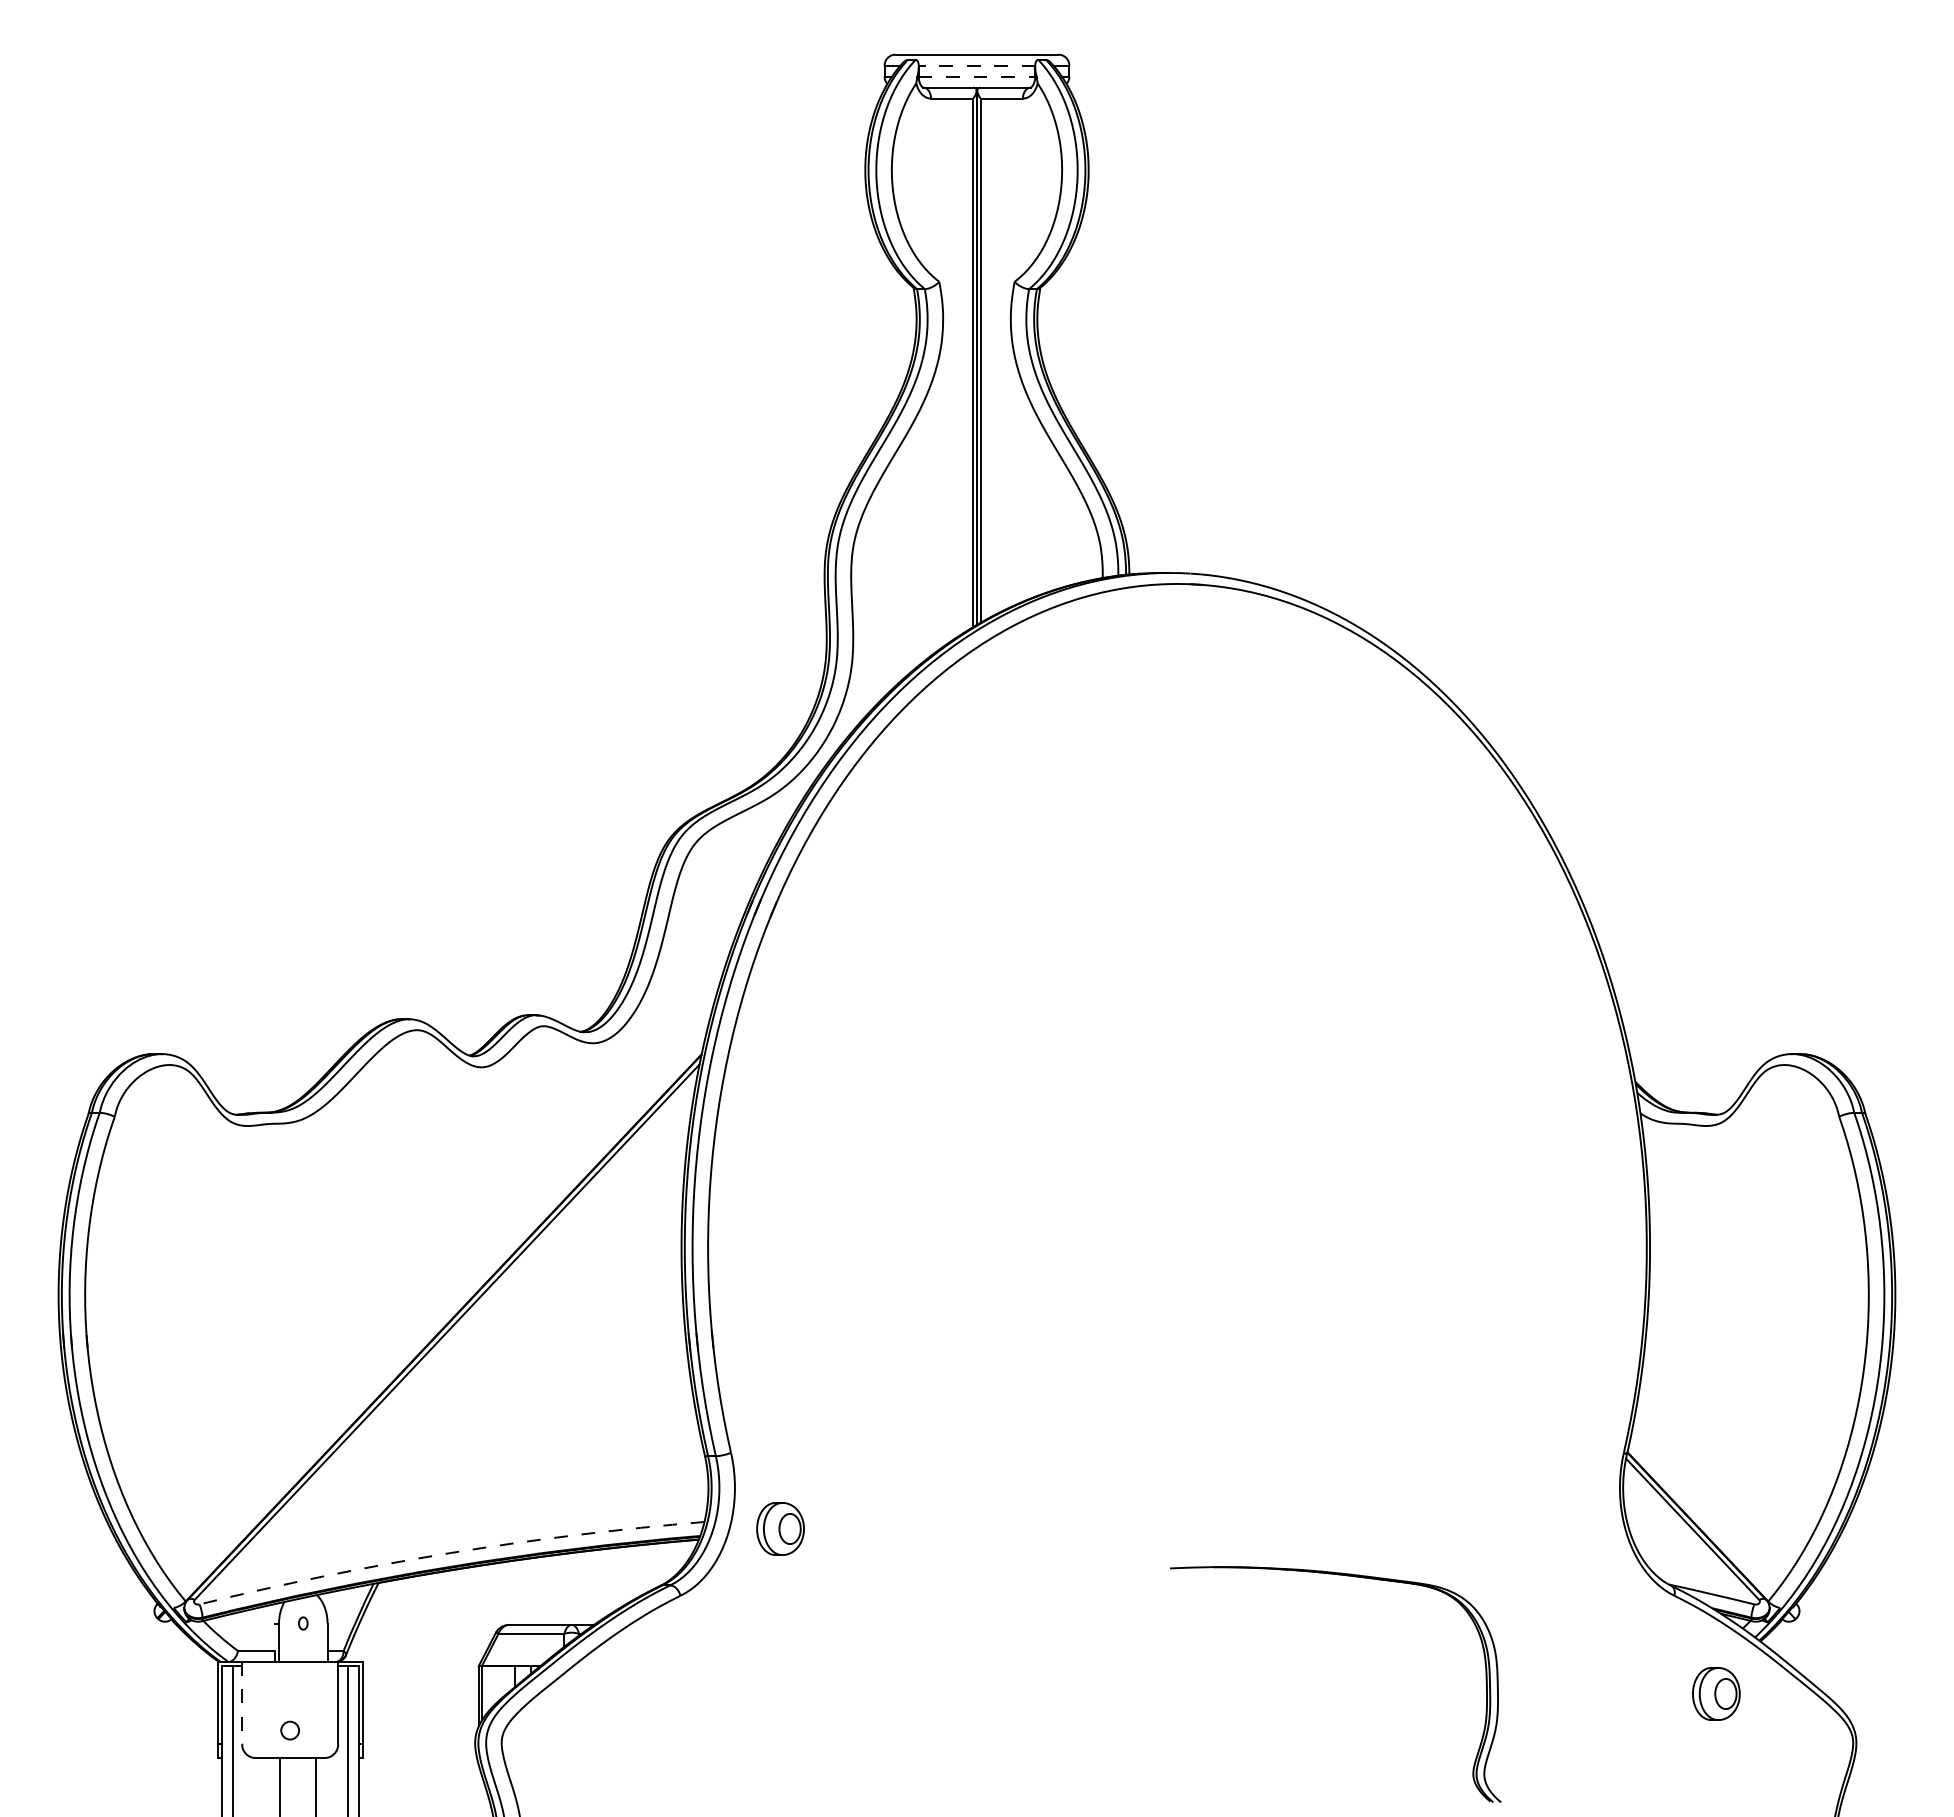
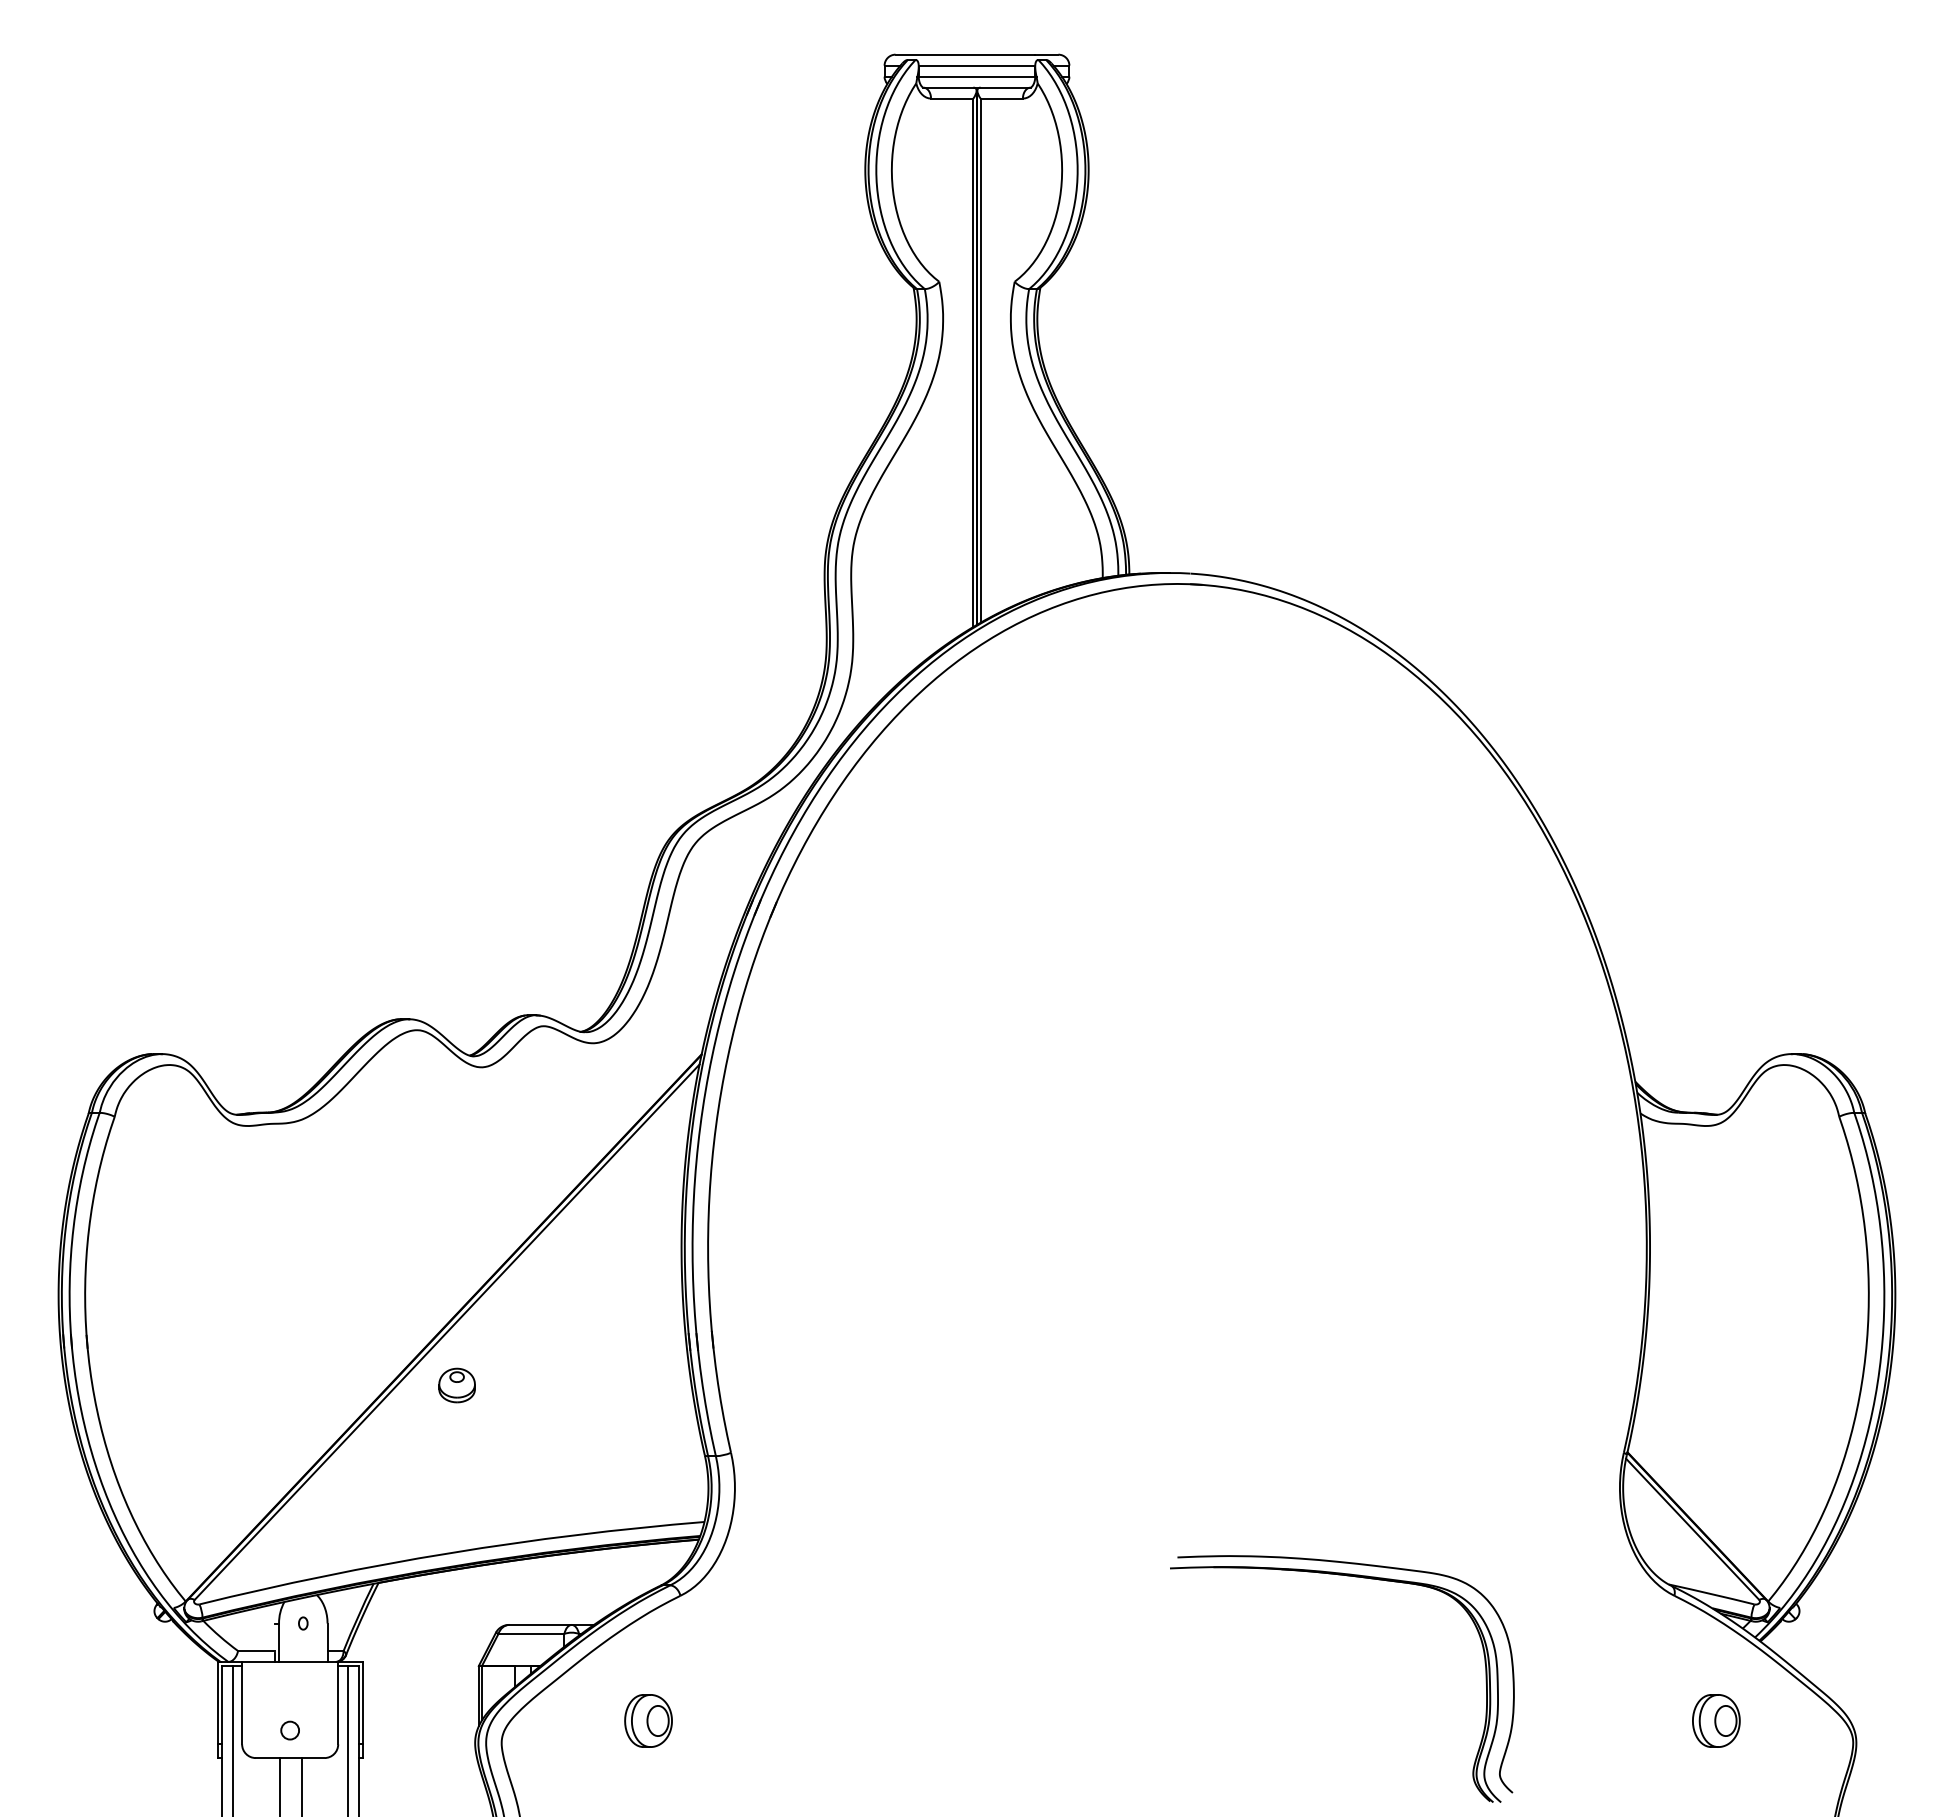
line at (976, 65): dashed -> solid
line at (977, 76): dashed -> solid
part at (456, 1385): none -> present
part at (780, 1528) position: (780, 1528) -> (648, 1720)
arc at (450, 1553): dashed -> solid
curve at (1360, 1565): none -> present
part at (1716, 1693) position: (1716, 1693) -> (1716, 1720)
line at (242, 1703): dashed -> solid
line at (315, 1785) position: (315, 1785) -> (301, 1785)
